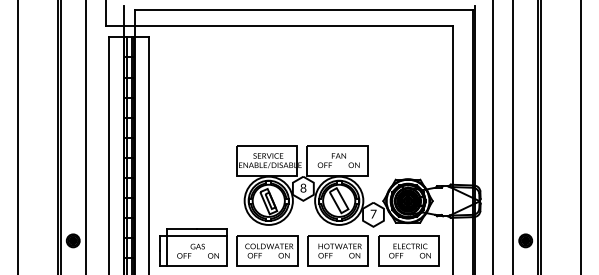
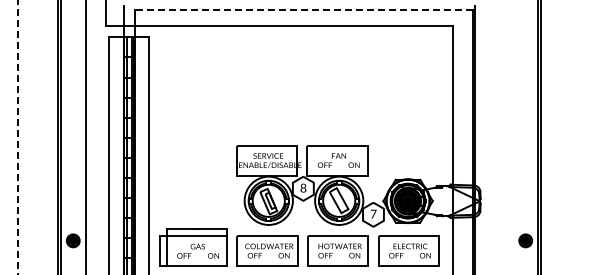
line at (303, 10): solid -> dashed
line at (493, 136): present -> none
line at (513, 136): present -> none
line at (581, 136): present -> none
line at (17, 137): solid -> dashed
